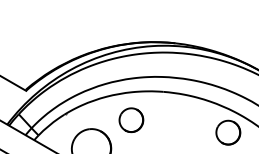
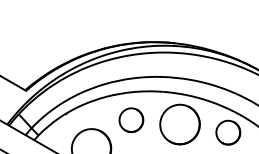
part at (179, 124): none -> present
